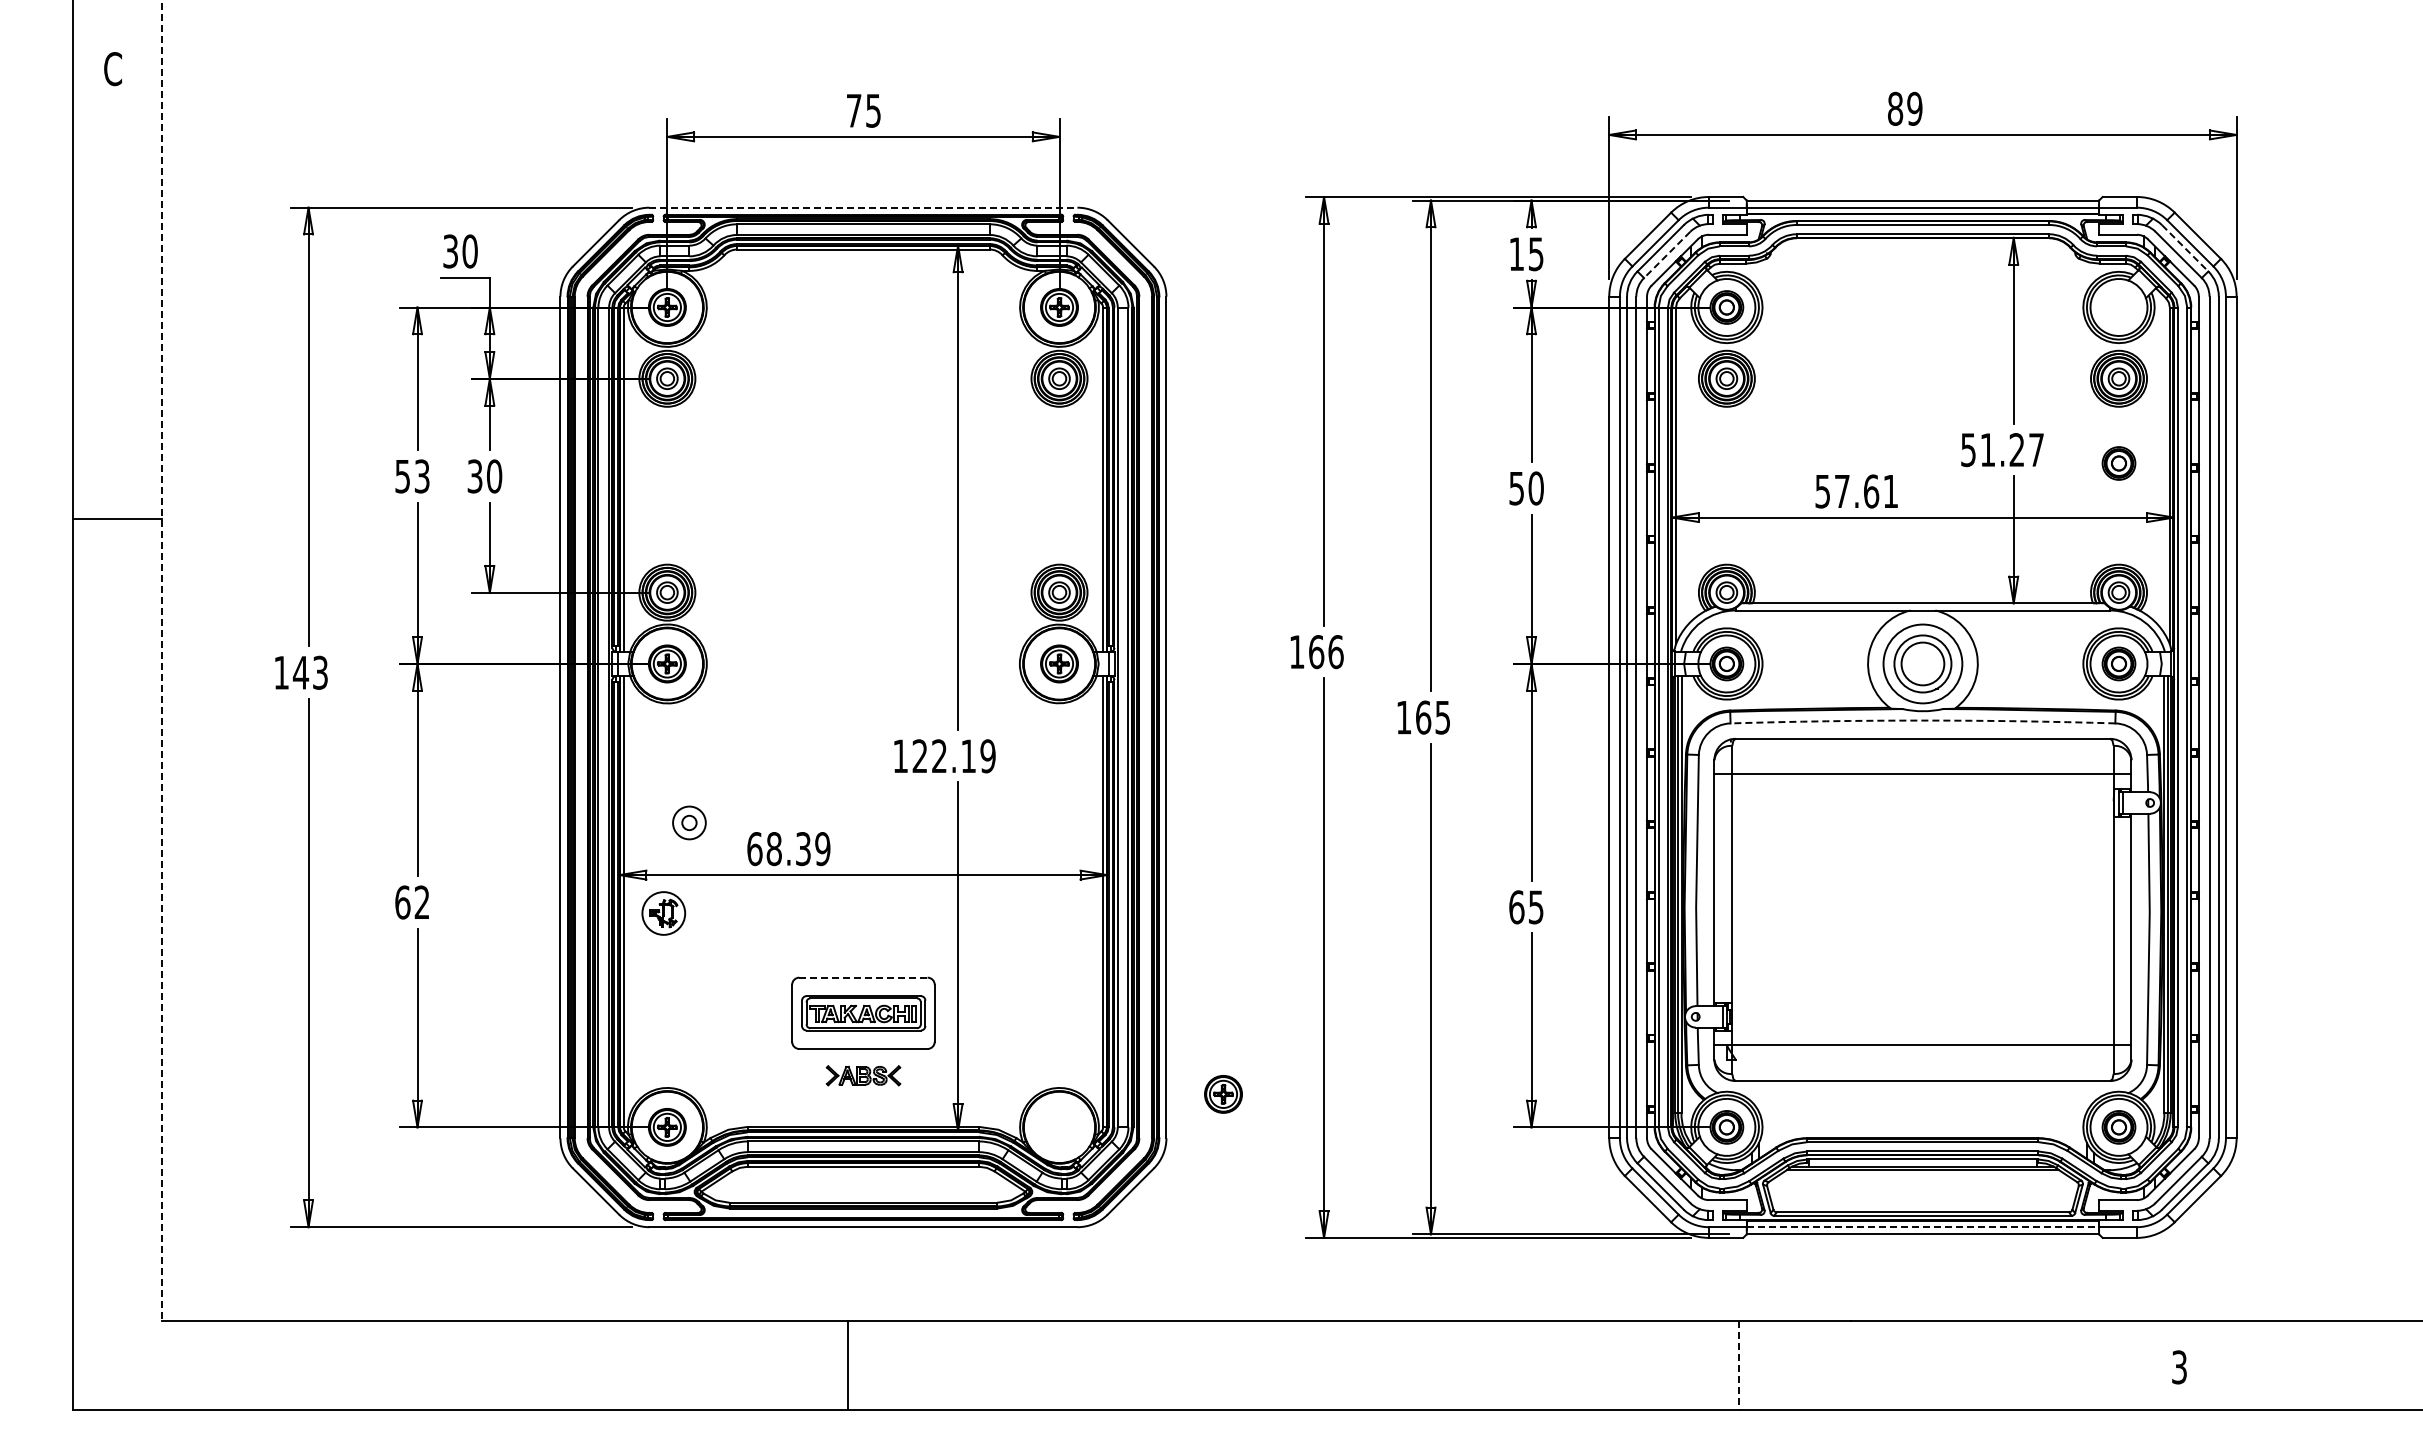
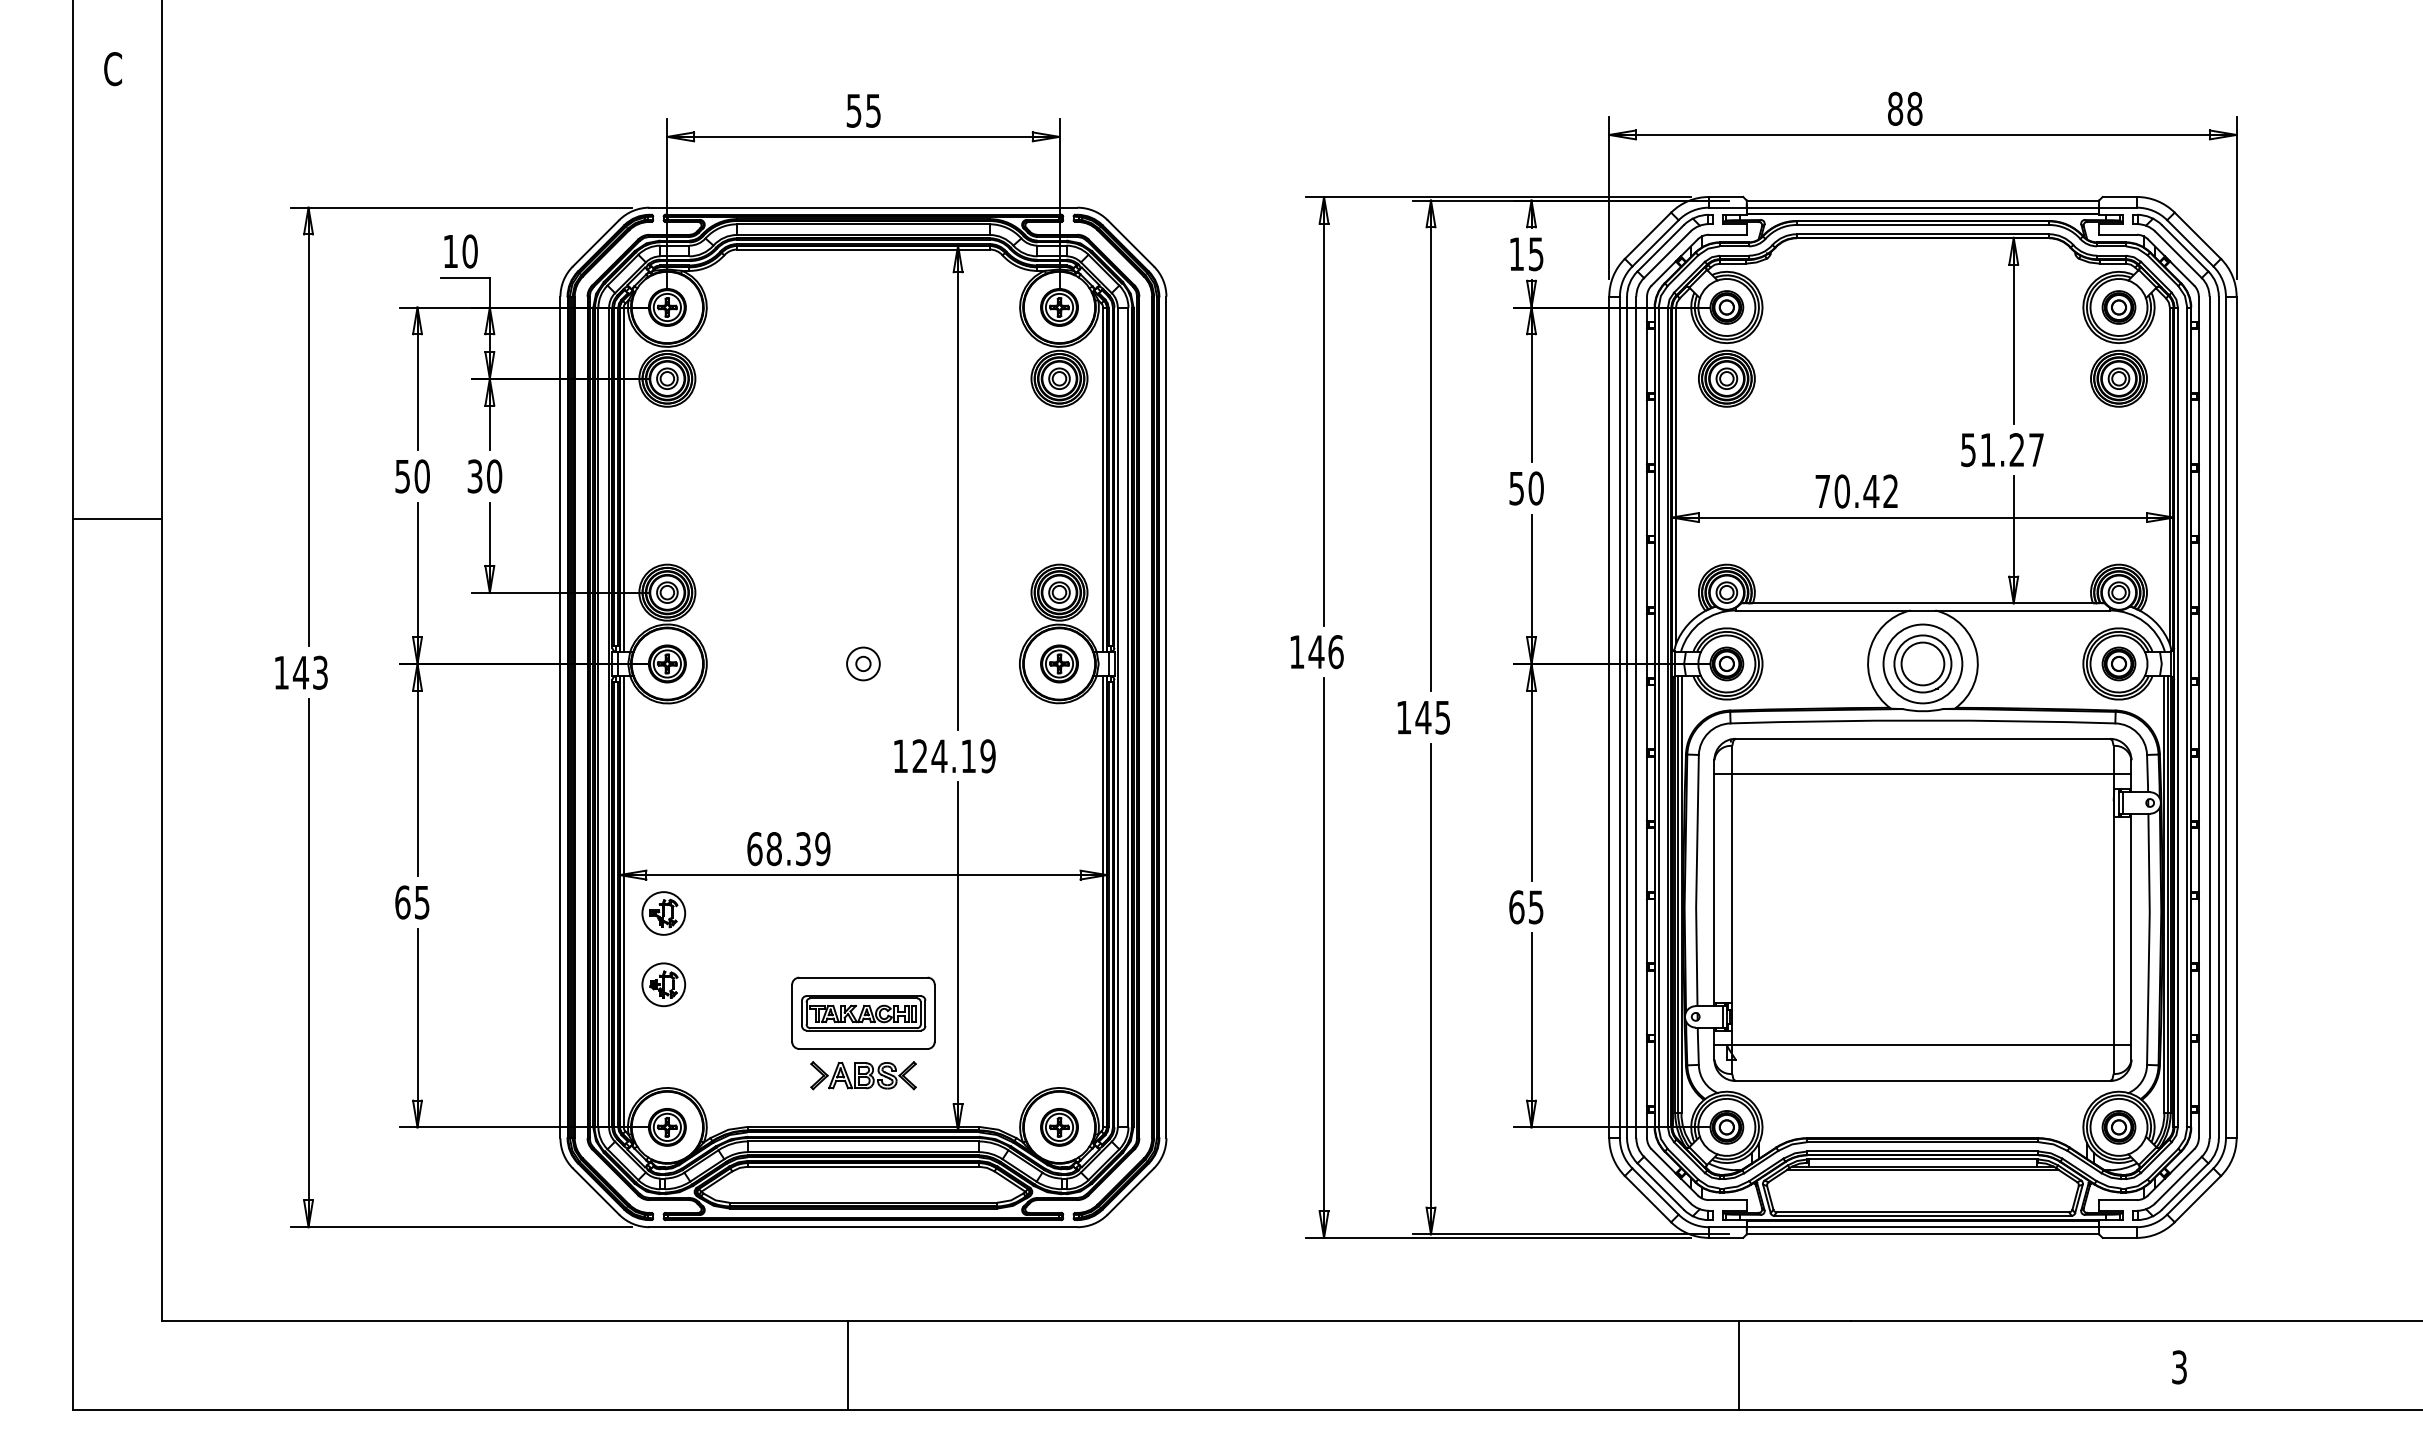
text at (1914, 108): 89 -> 88
text at (853, 110): 75 -> 55
line at (863, 207): dashed -> solid
line at (2185, 248): dashed -> solid
text at (450, 251): 30 -> 10
line at (1667, 254): dashed -> solid
part at (2118, 463) position: (2118, 463) -> (2118, 307)
text at (421, 476): 53 -> 50
text at (1856, 491): 57.61 -> 70.42
text at (1316, 652): 166 -> 146
line at (161, 661): dashed -> solid
text at (1423, 717): 165 -> 145
arc at (1922, 720): dashed -> solid
text at (939, 755): 122.19 -> 124.19
part at (689, 822) position: (689, 822) -> (863, 663)
text at (421, 902): 62 -> 65
line at (863, 977): dashed -> solid
part at (663, 984): none -> present
part at (863, 1075) size: 77x22 px -> 107x30 px
part at (1223, 1094) position: (1223, 1094) -> (1059, 1127)
line at (1923, 1227): dashed -> solid
line at (1739, 1365): dashed -> solid
